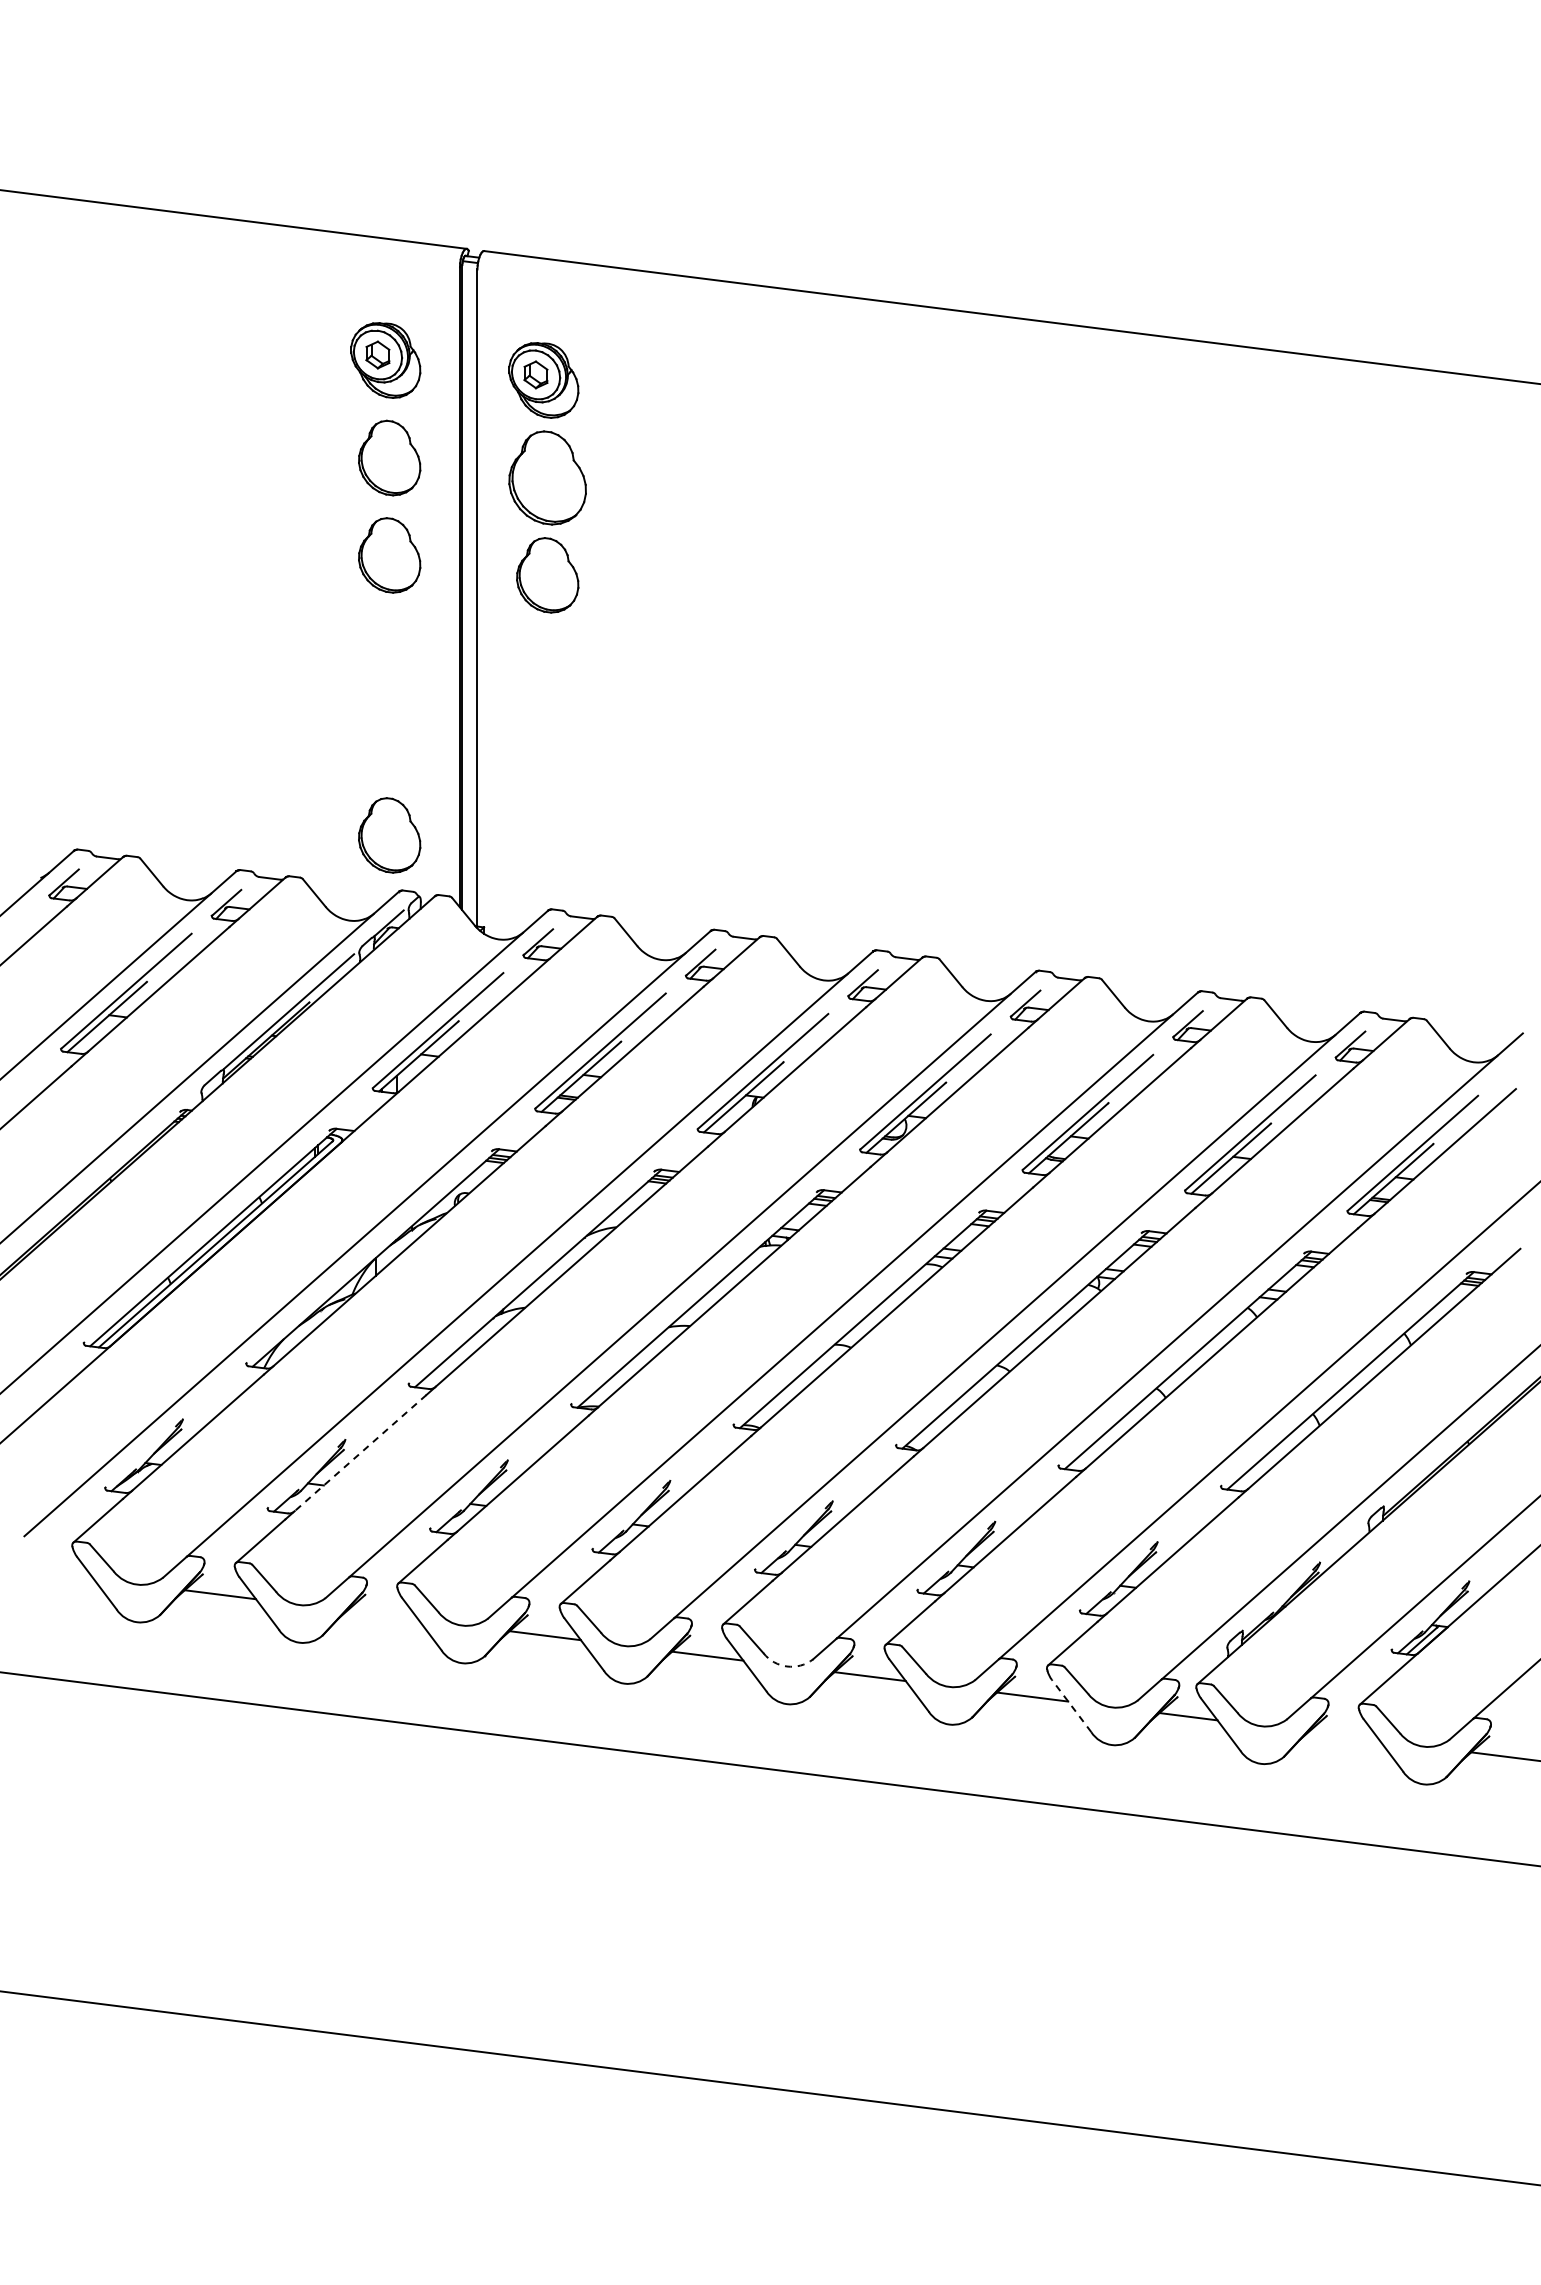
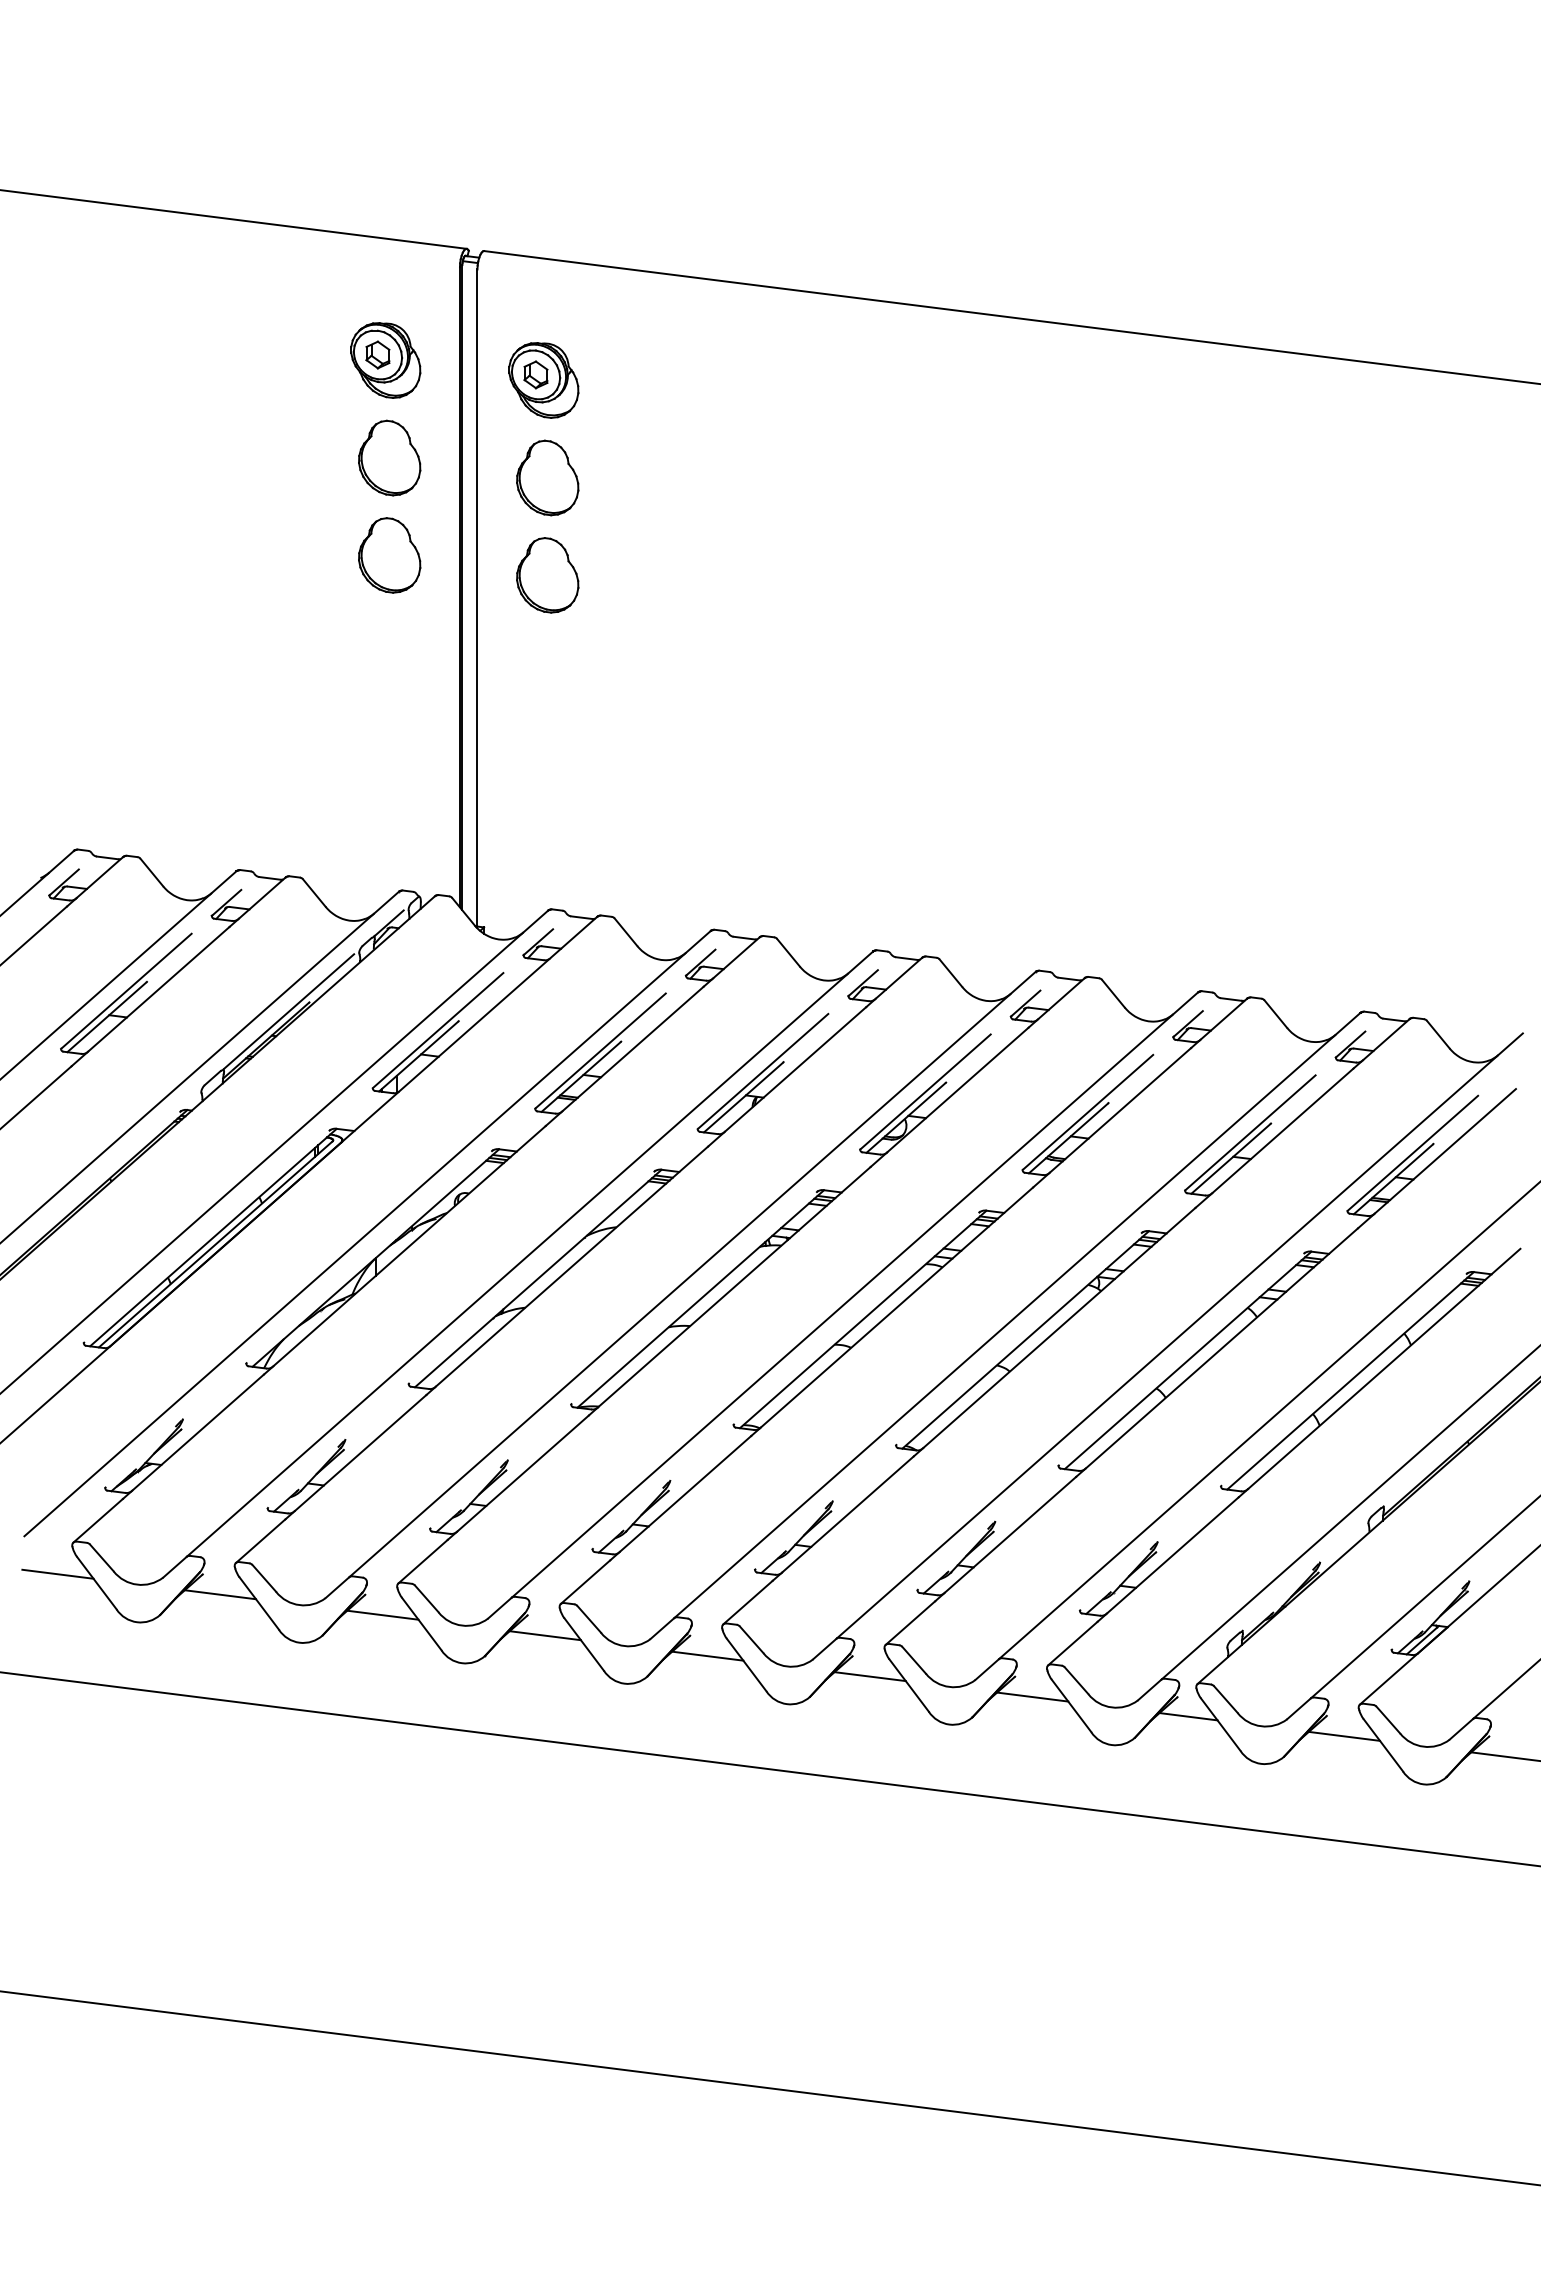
part at (547, 477) size: 79x96 px -> 64x78 px
part at (389, 835): present -> none
line at (360, 1453): dashed -> solid
line at (57, 1573): none -> present
line at (382, 1614): none -> present
arc at (787, 1666): dashed -> solid
line at (1071, 1705): dashed -> solid
line at (1343, 1735): none -> present
